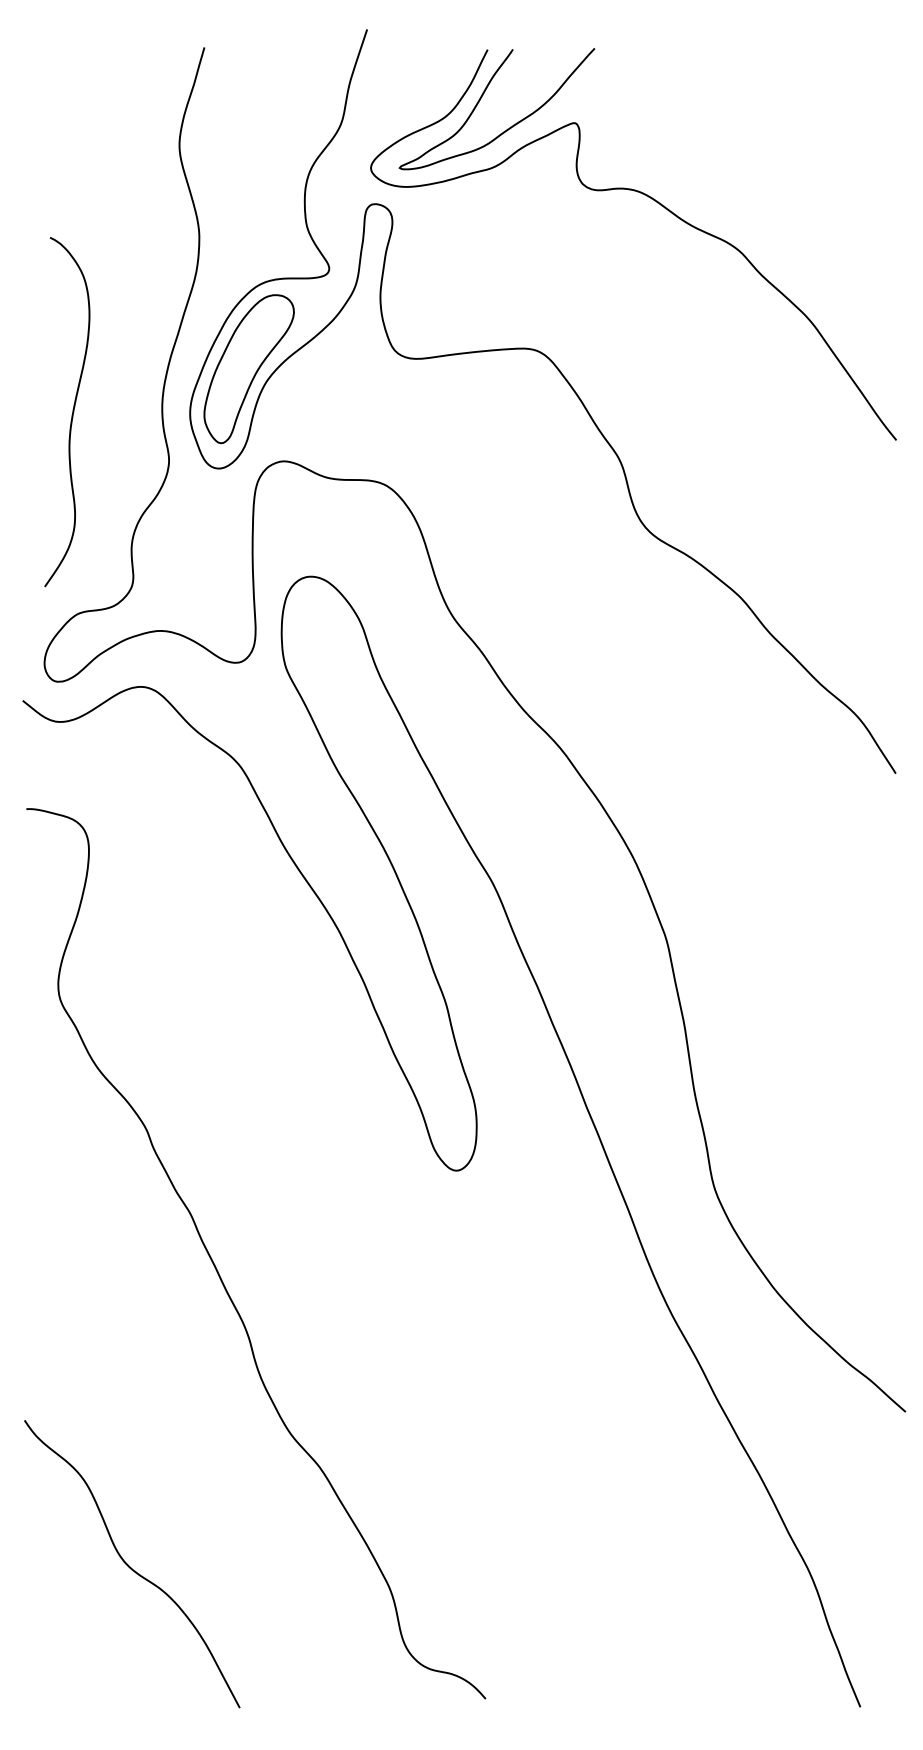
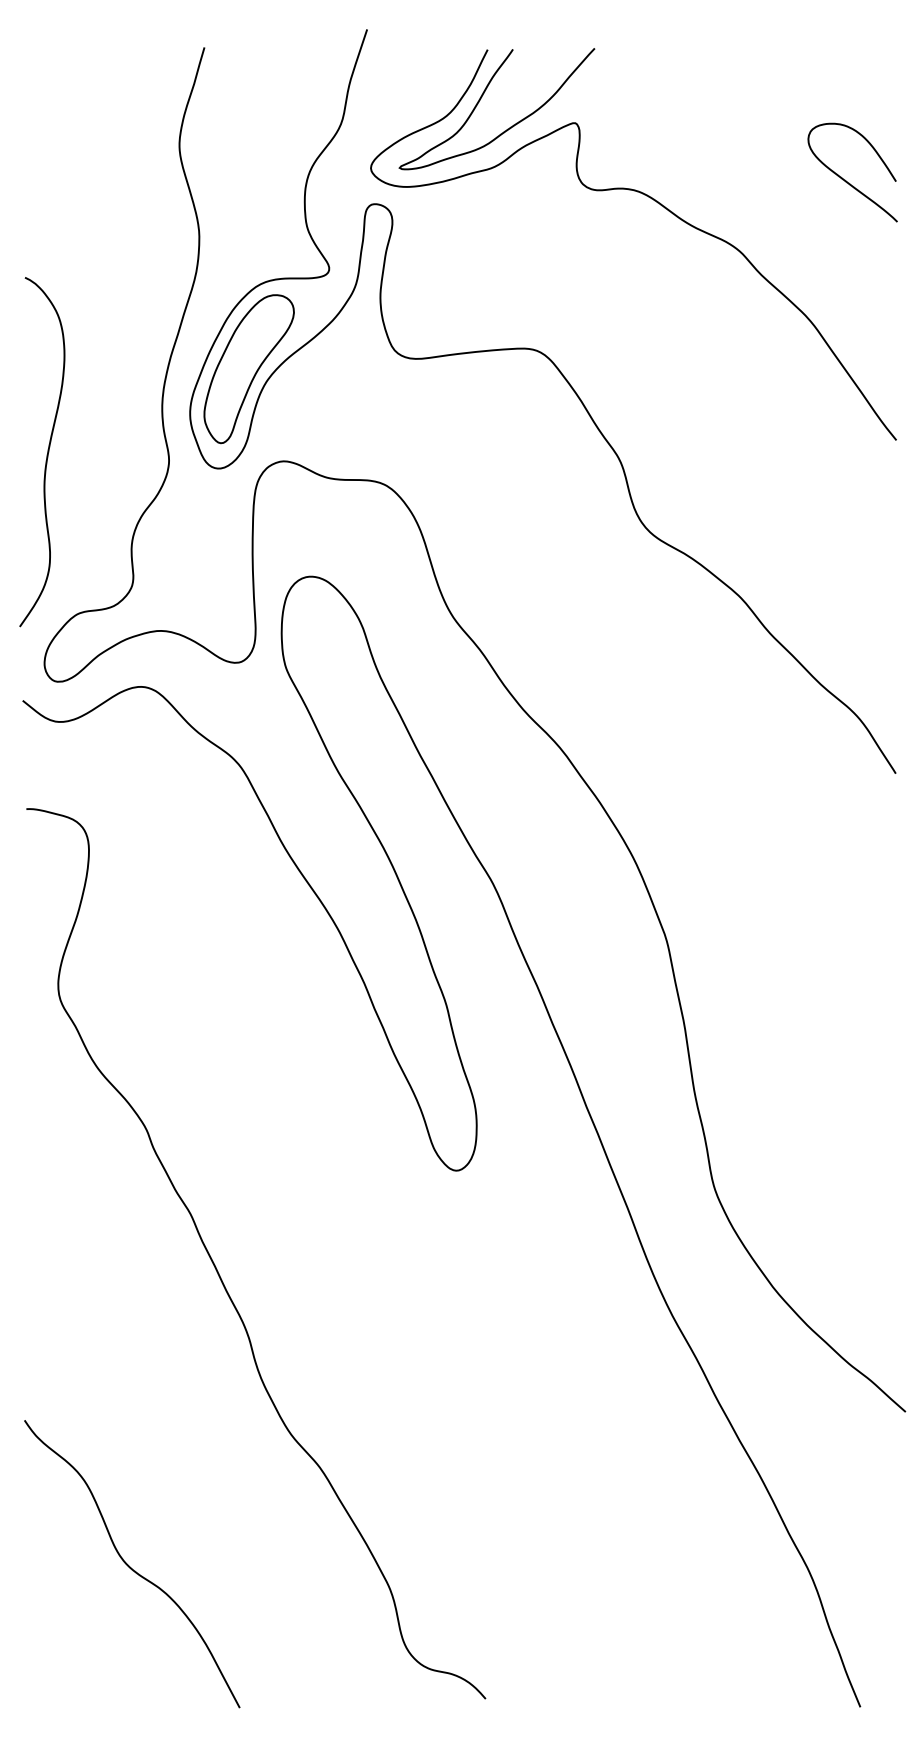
curve at (845, 179): none -> present
curve at (71, 414) position: (71, 414) -> (46, 454)
